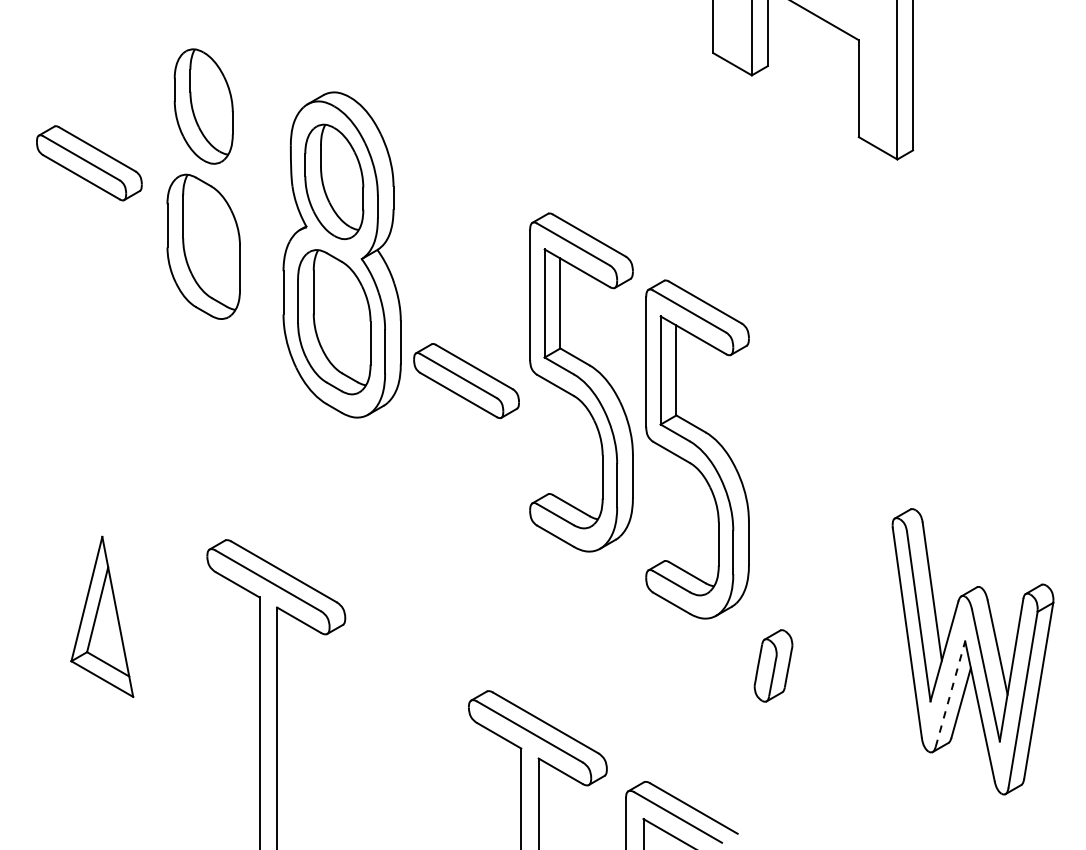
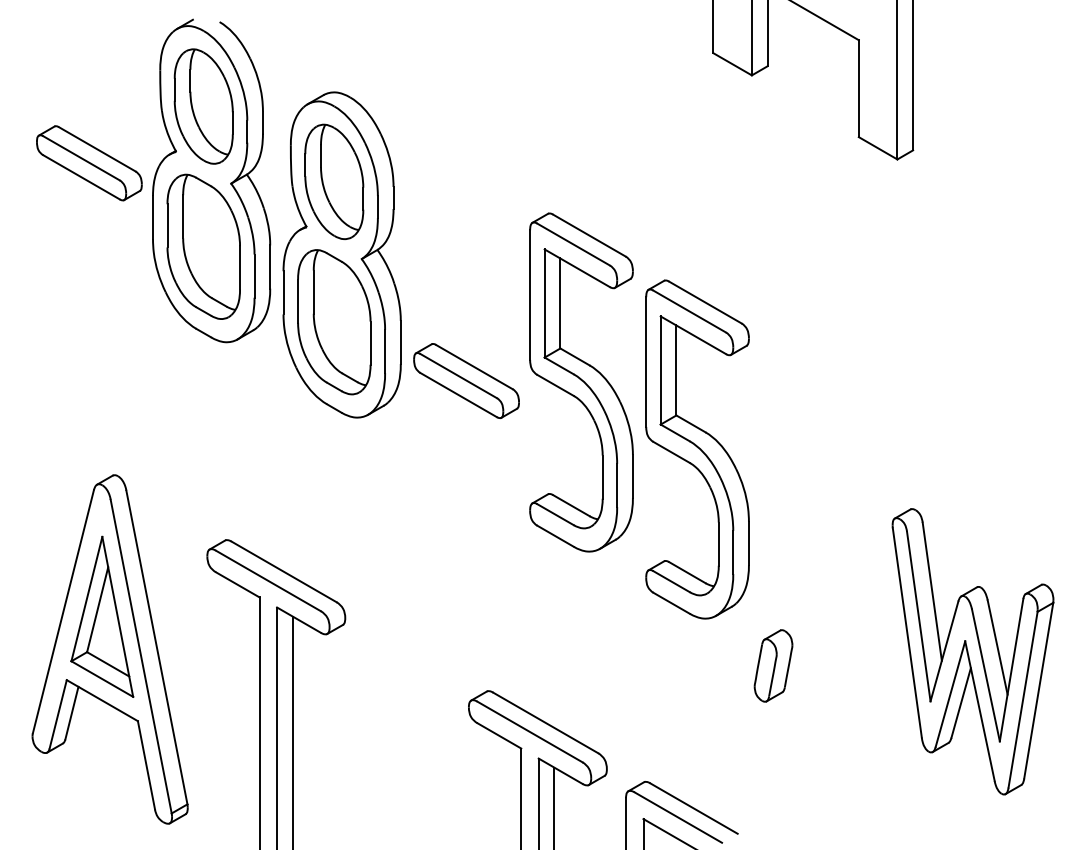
part at (211, 180): none -> present
part at (109, 649): none -> present
line at (950, 694): dashed -> solid
line at (292, 731): none -> present
line at (554, 806): none -> present
